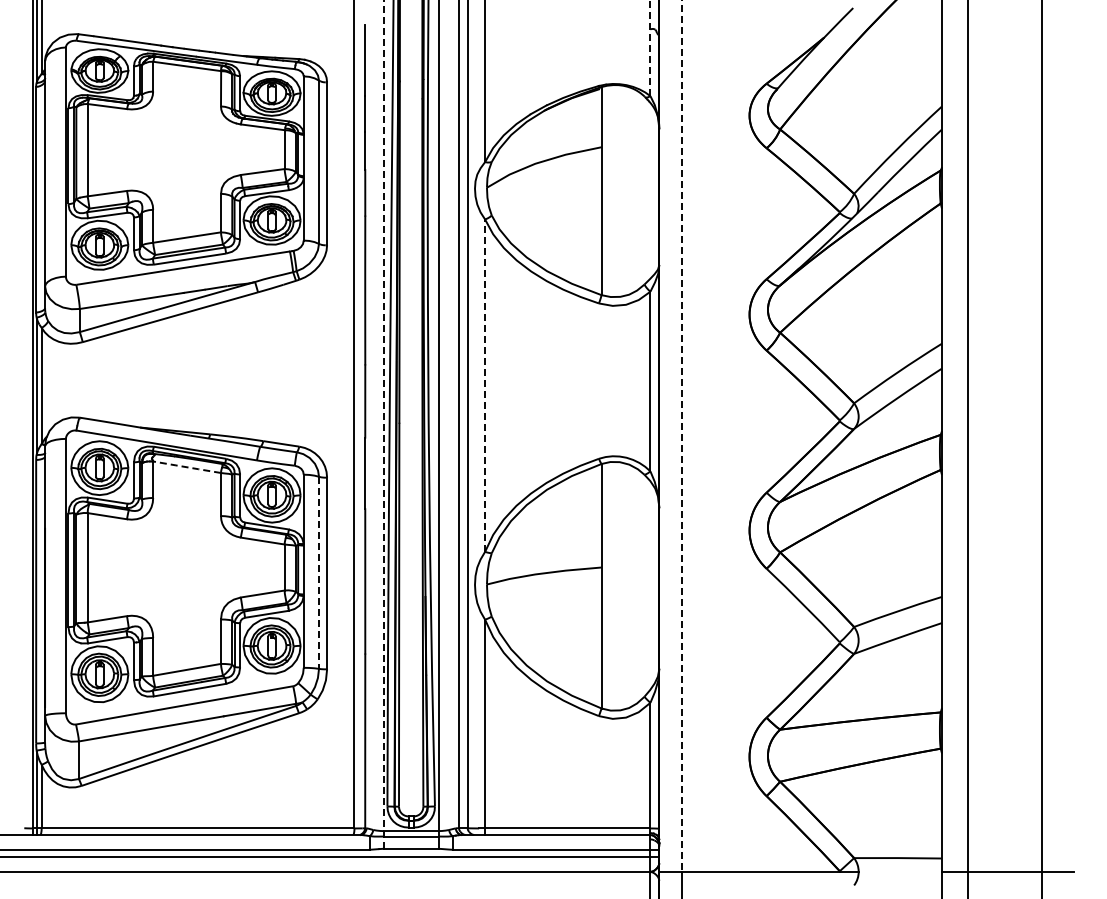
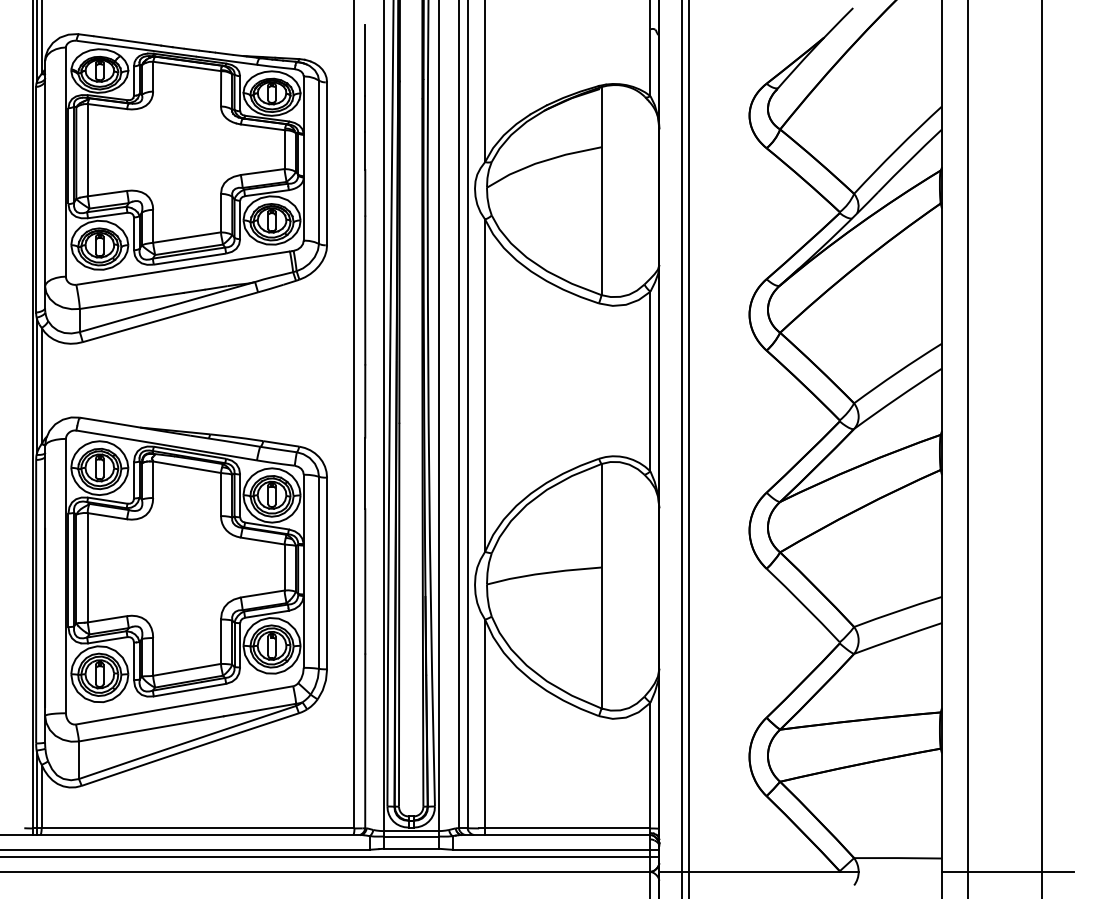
line at (650, 48): dashed -> solid
line at (485, 385): dashed -> solid
line at (383, 424): dashed -> solid
line at (681, 436): dashed -> solid
line at (689, 448): none -> present
line at (186, 467): dashed -> solid
line at (319, 573): dashed -> solid
